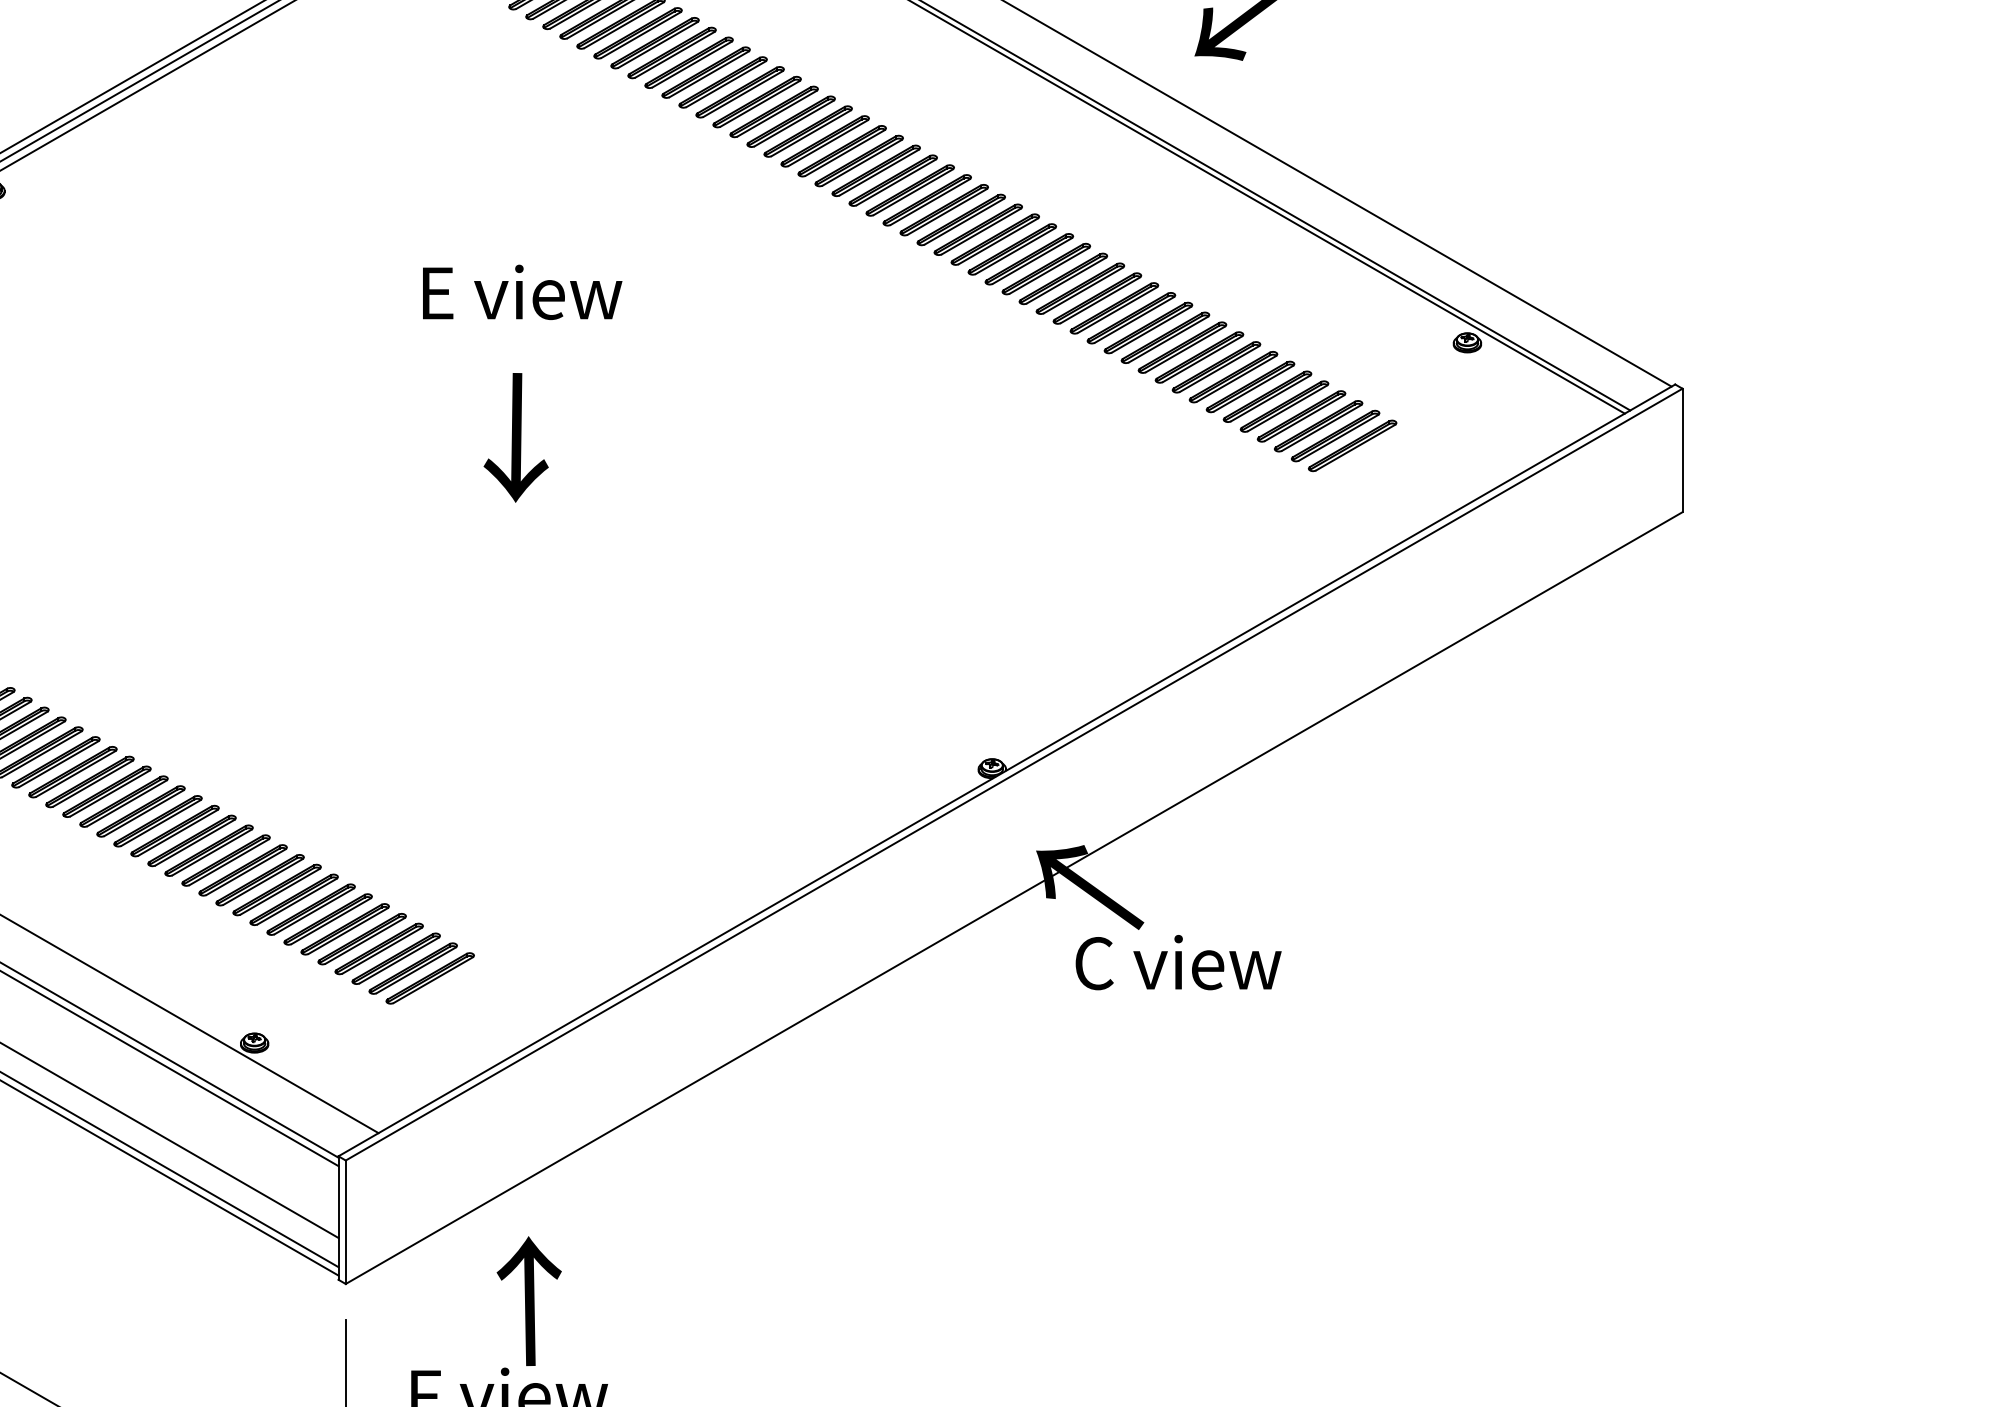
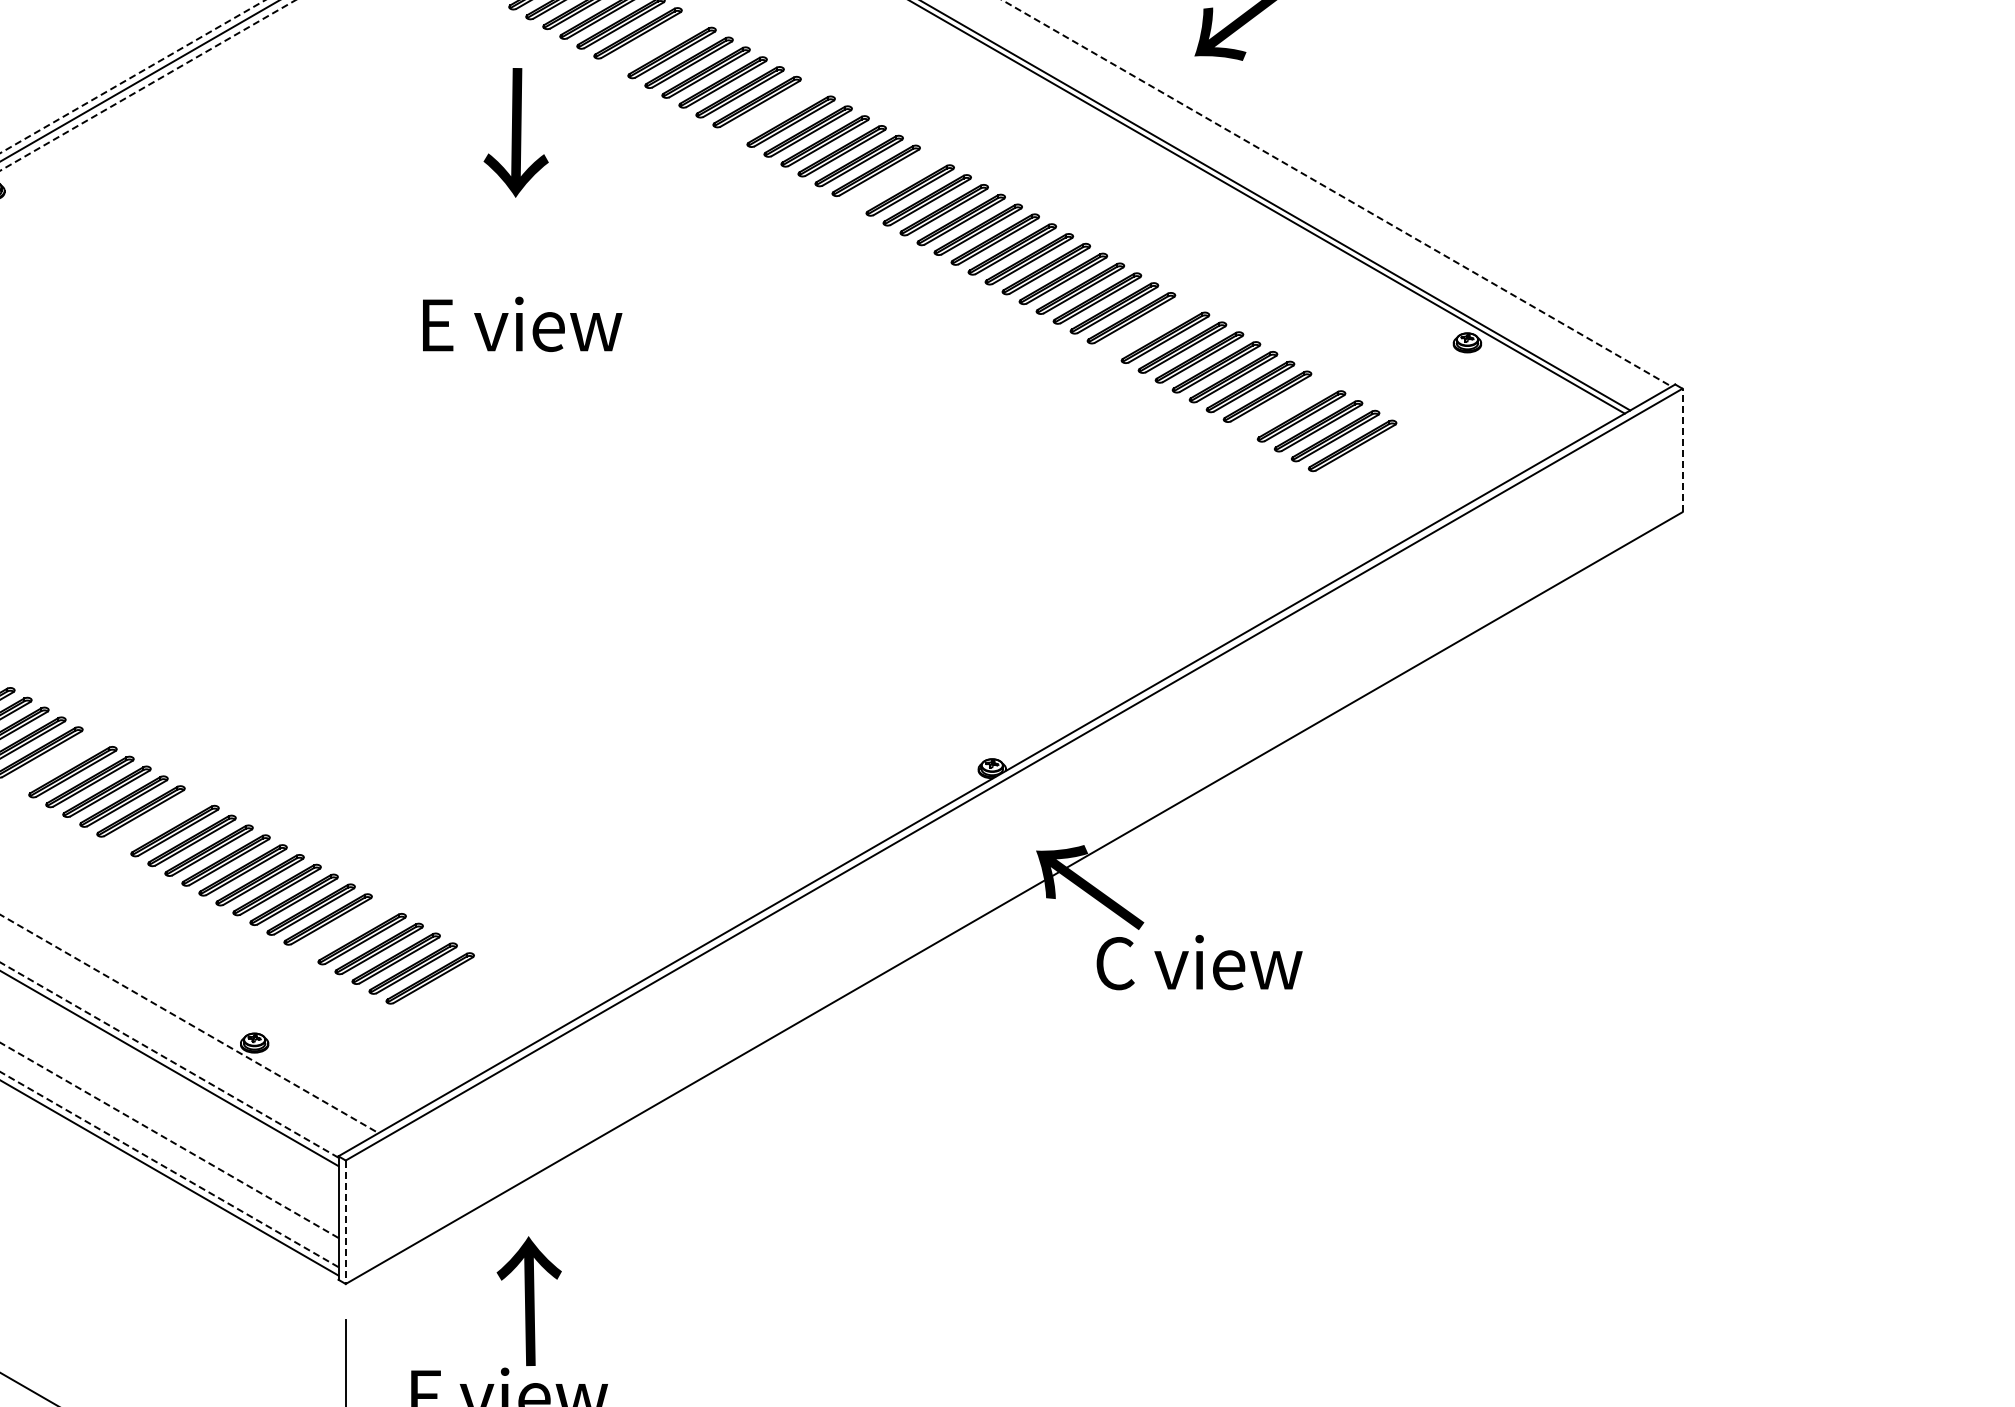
part at (654, 43): present -> none
line at (132, 76): solid -> dashed
line at (147, 85): solid -> dashed
part at (773, 111): present -> none
part at (892, 180): present -> none
line at (1337, 193): solid -> dashed
text at (522, 291) position: (522, 291) -> (522, 323)
part at (1148, 327): present -> none
part at (1284, 406): present -> none
text at (515, 437) position: (515, 437) -> (515, 132)
line at (1682, 450): solid -> dashed
part at (55, 762): present -> none
part at (157, 821): present -> none
part at (344, 929): present -> none
text at (1178, 962) position: (1178, 962) -> (1199, 962)
line at (189, 1024): solid -> dashed
line at (168, 1059): solid -> dashed
line at (169, 1140): solid -> dashed
line at (168, 1169): solid -> dashed
line at (345, 1222): solid -> dashed
